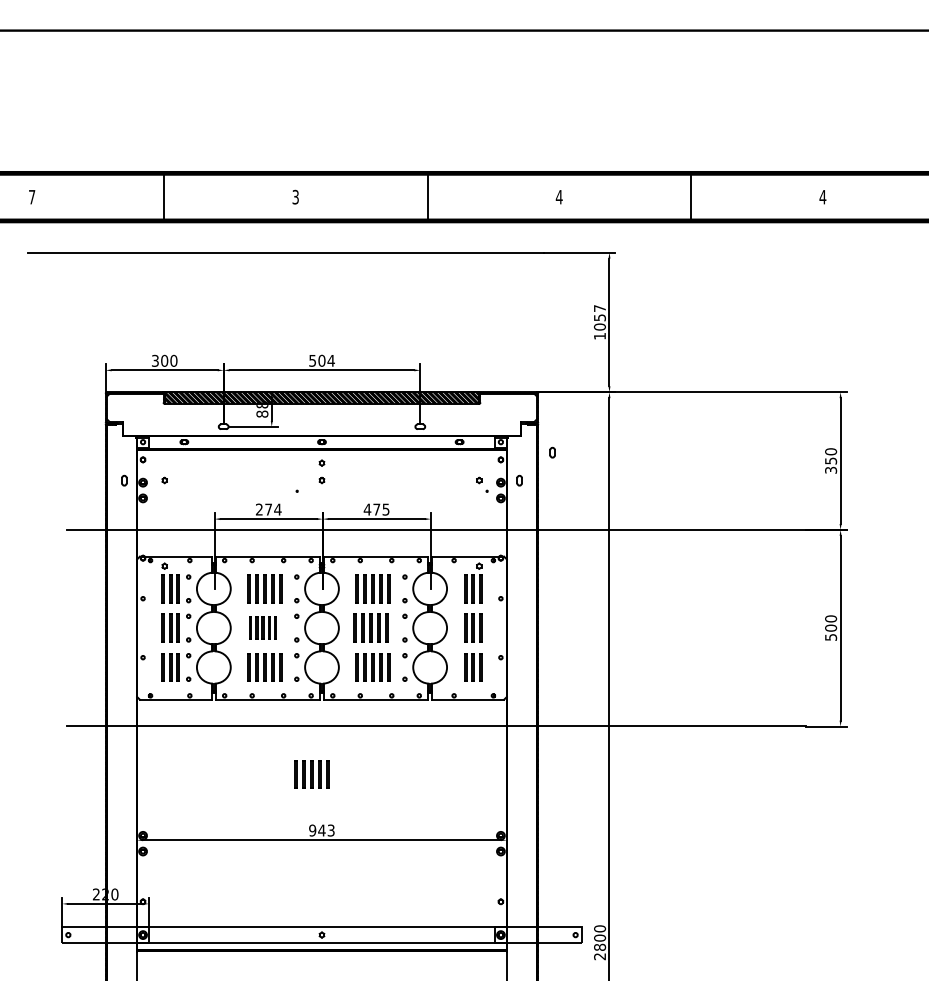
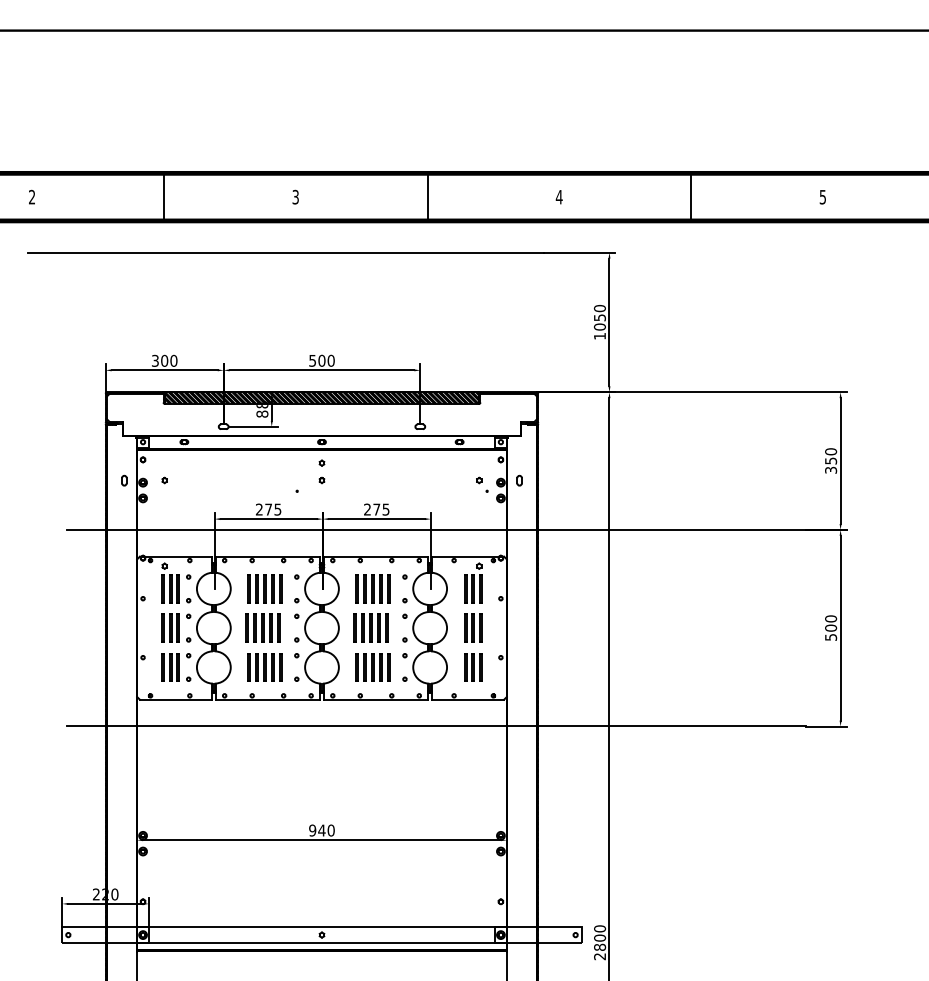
text at (32, 196): 7 -> 2
text at (822, 197): 4 -> 5
text at (599, 308): 1057 -> 1050
text at (330, 360): 504 -> 500
part at (552, 452): present -> none
text at (277, 509): 274 -> 275
text at (367, 509): 475 -> 275
part at (262, 627) size: 28x24 px -> 36x30 px
part at (311, 774): present -> none
text at (330, 830): 943 -> 940
